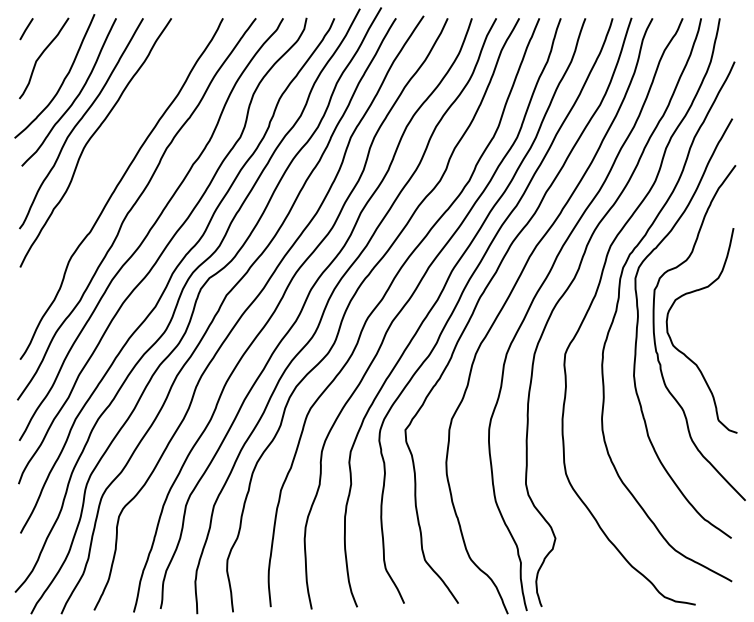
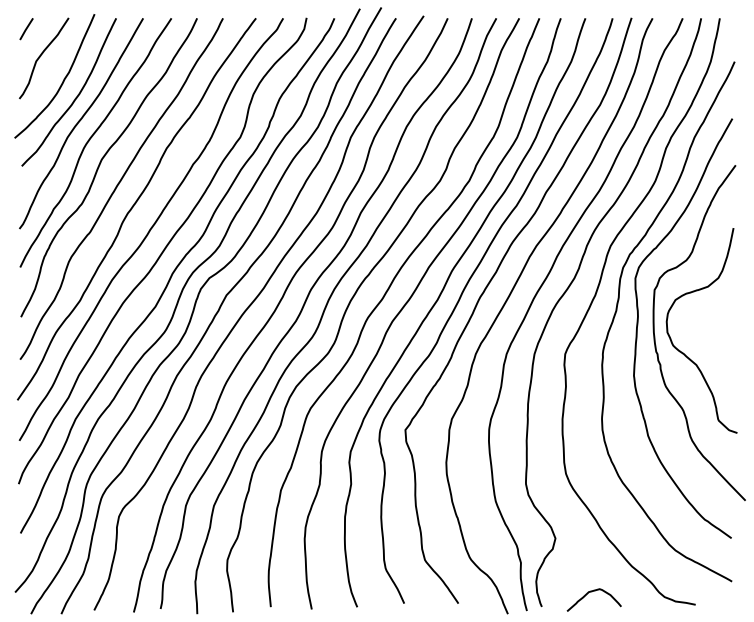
curve at (101, 163): none -> present
curve at (592, 592): none -> present
